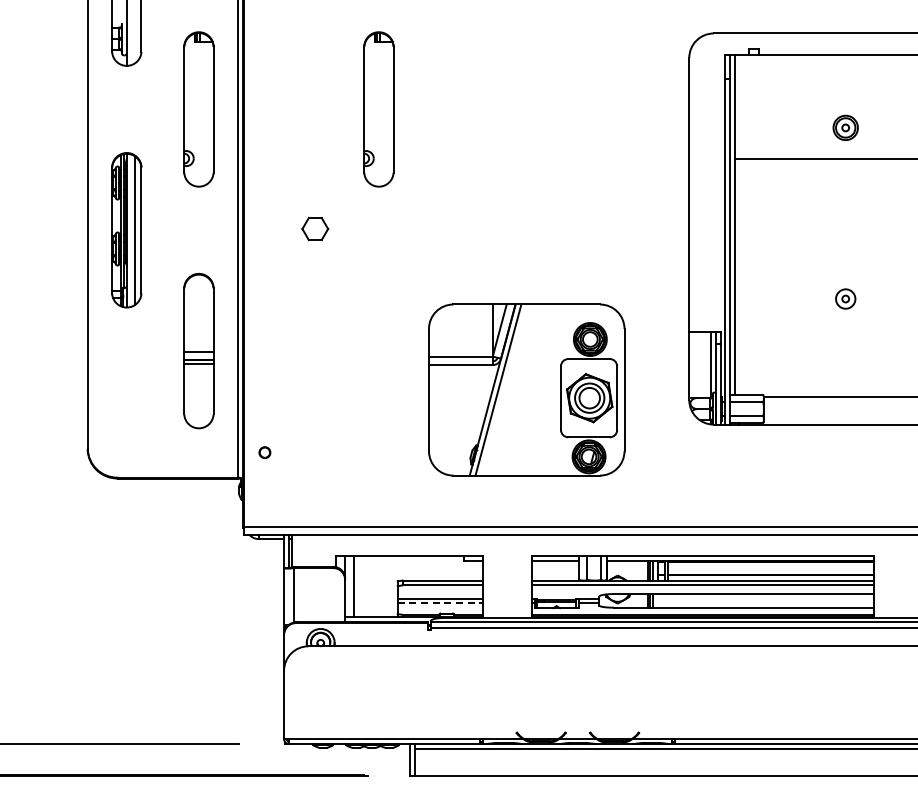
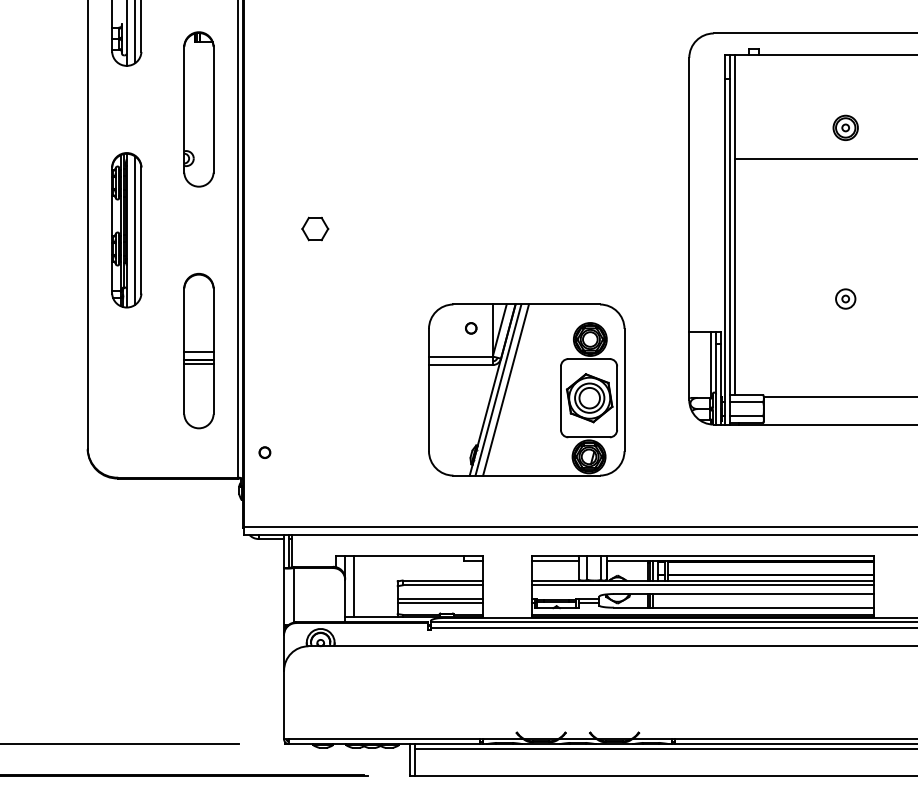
line at (135, 32): none -> present
part at (378, 109): present -> none
circle at (471, 328): none -> present
line at (505, 389): none -> present
line at (440, 603): dashed -> solid
